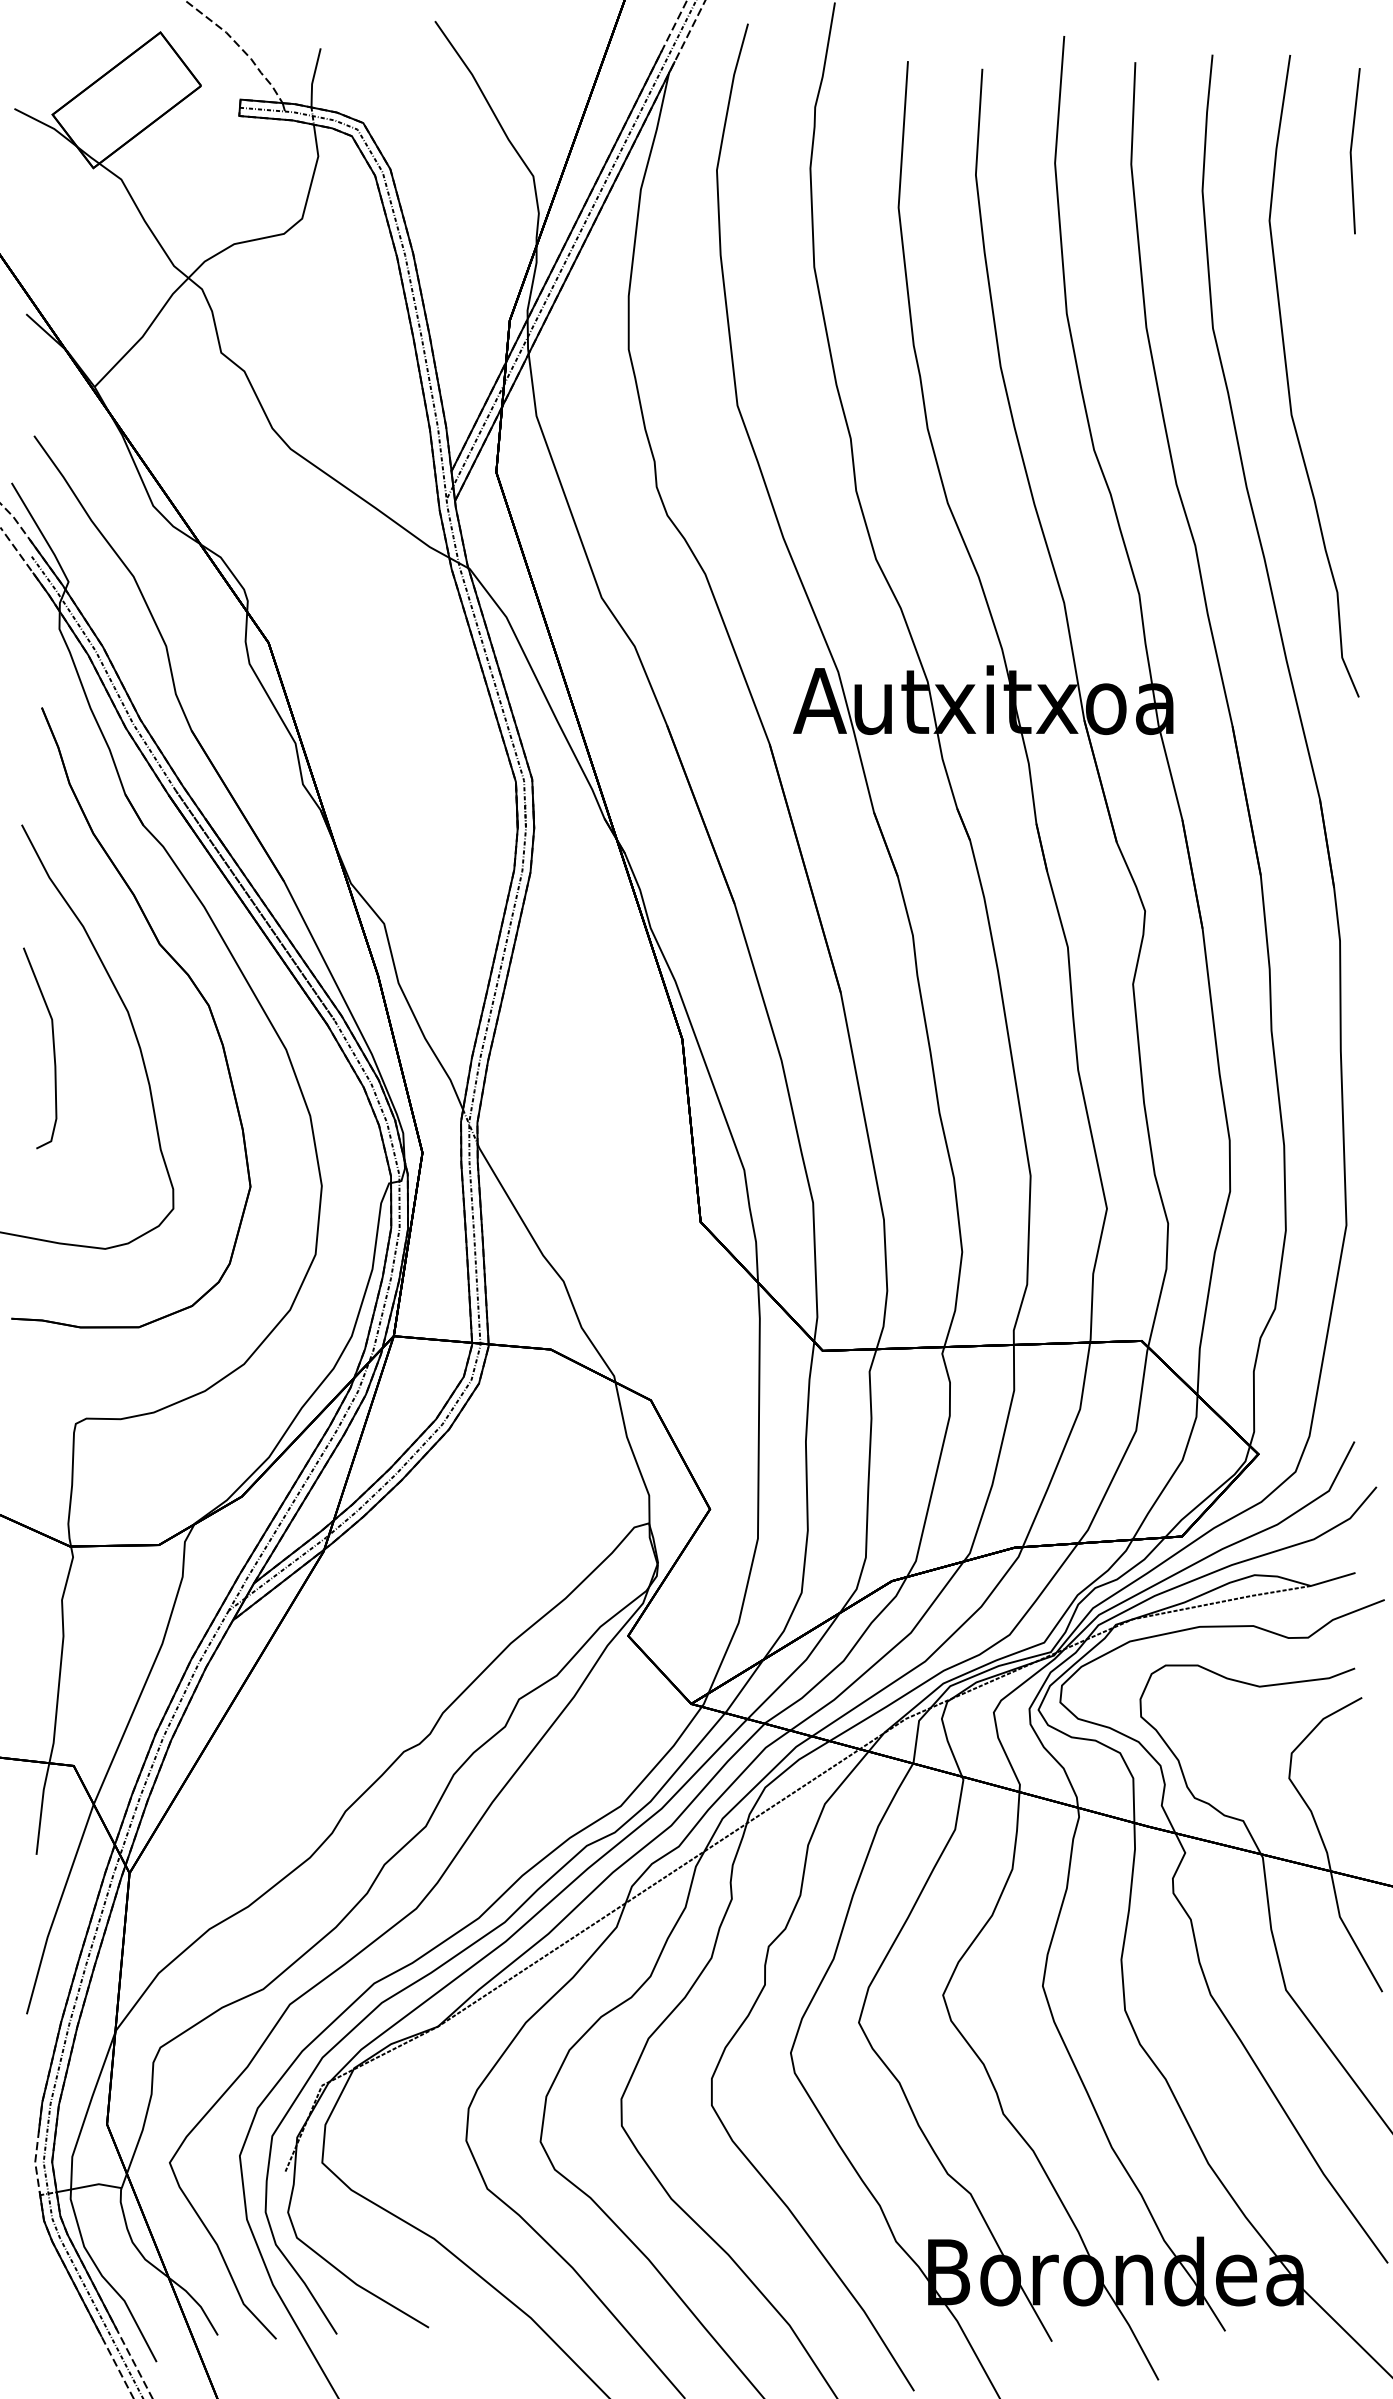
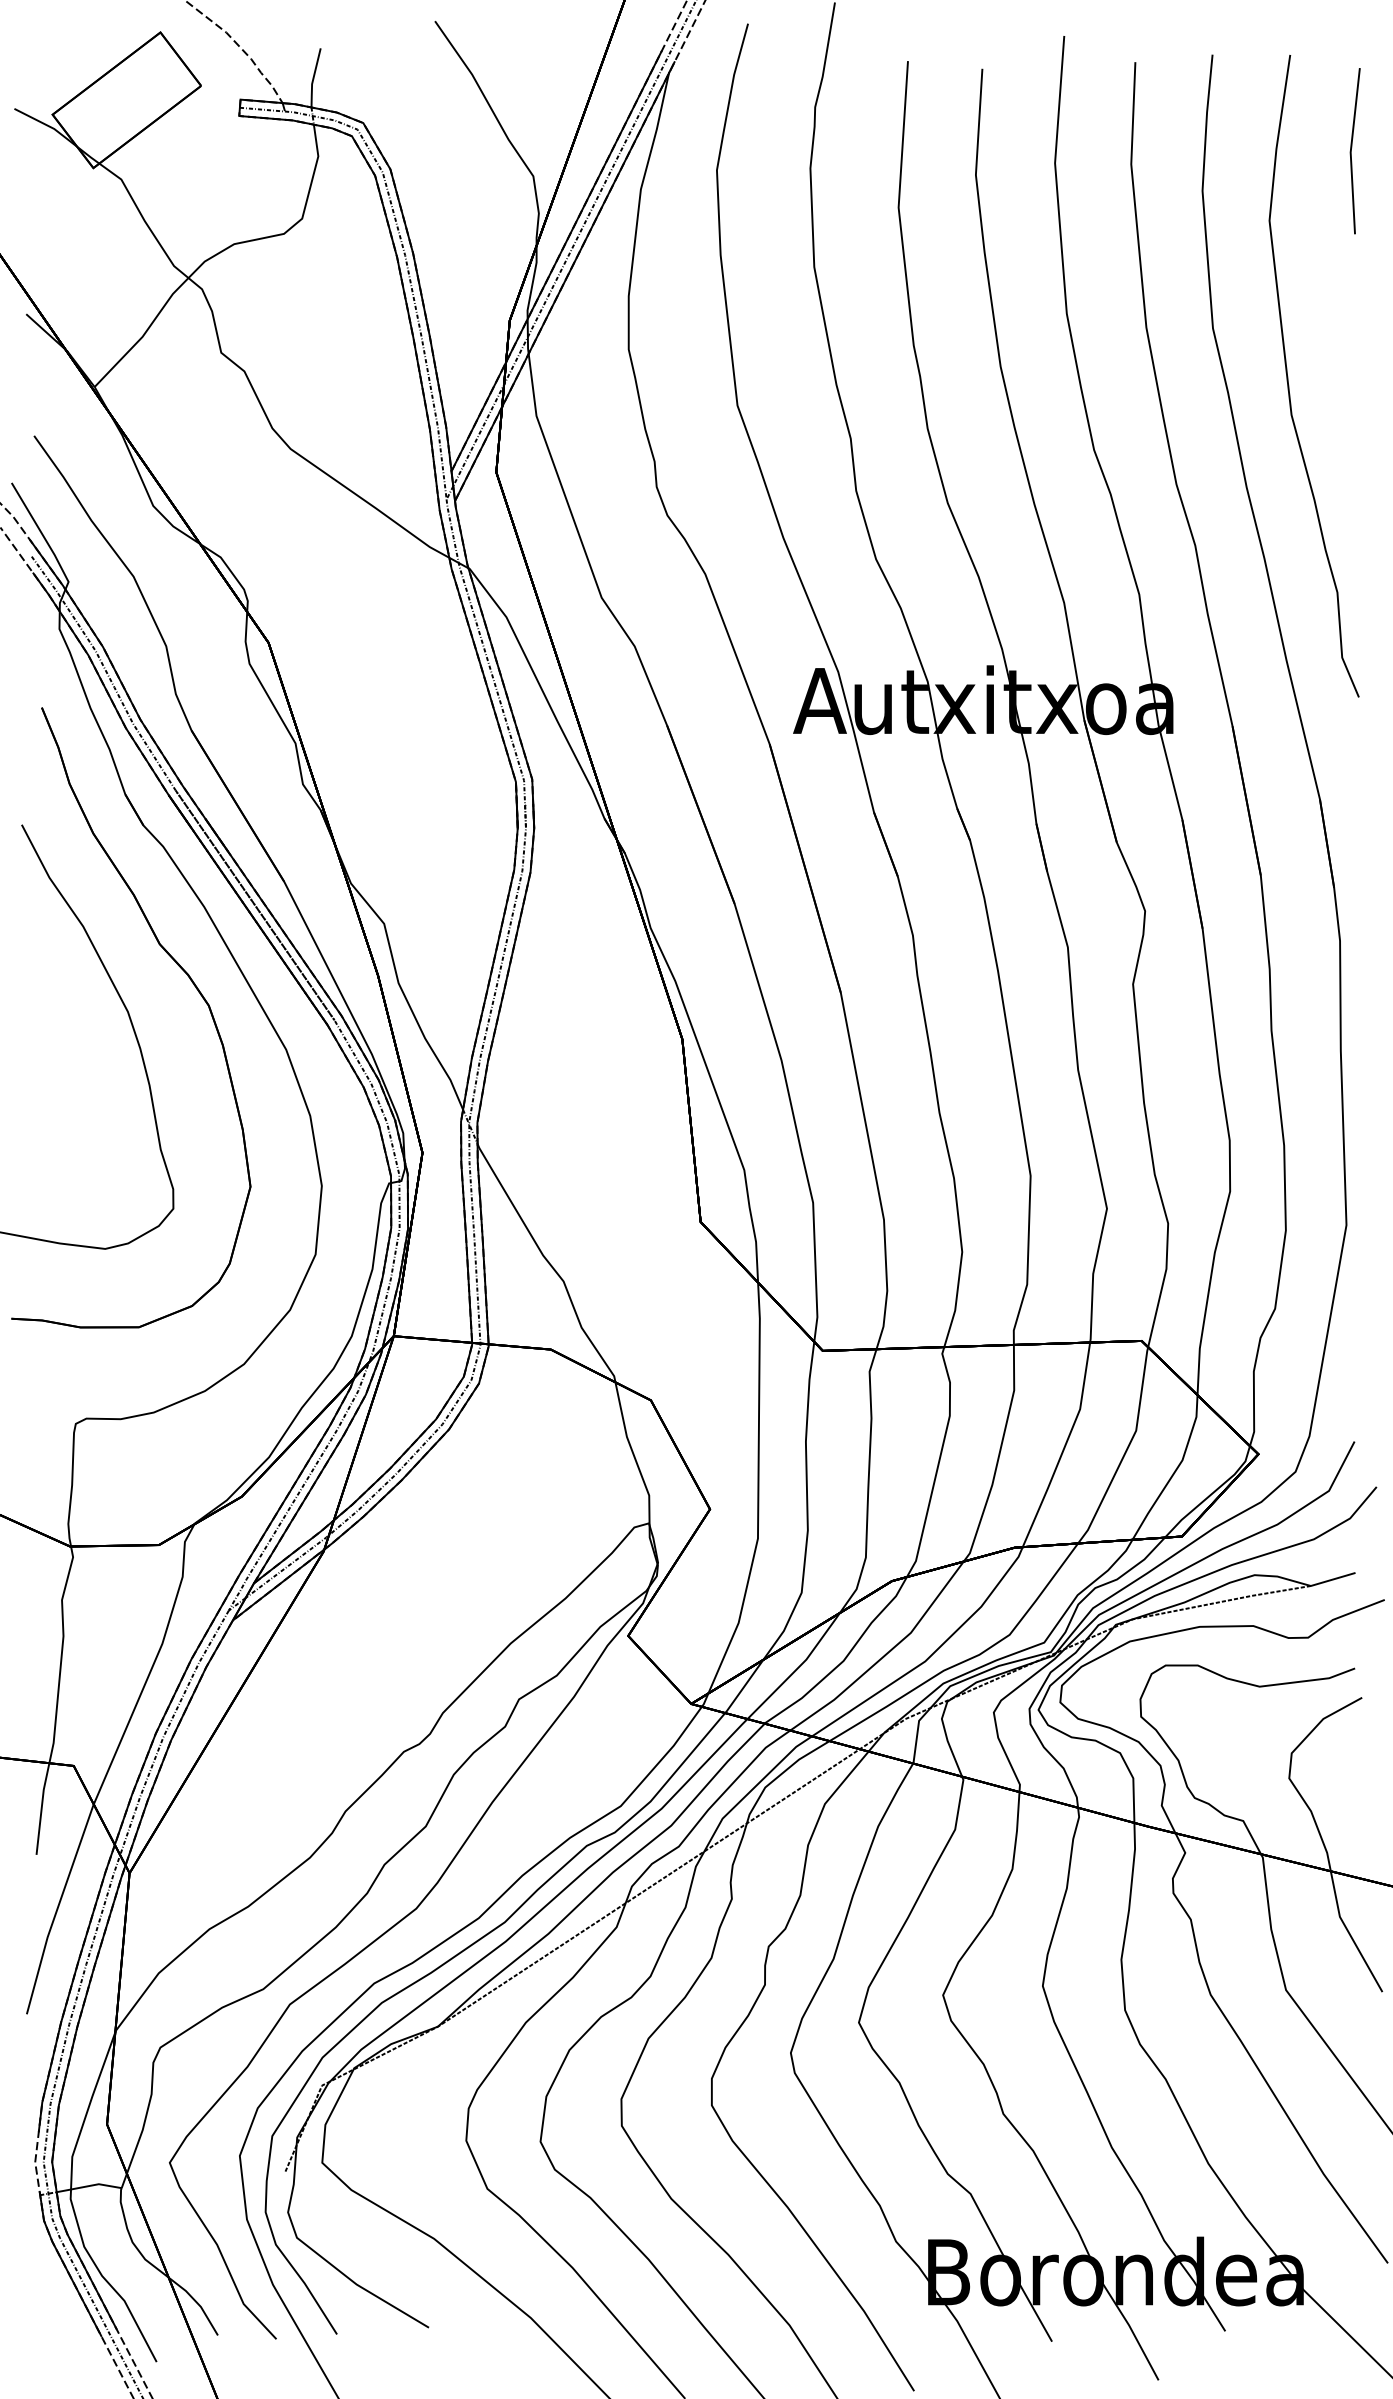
curve at (52, 1043): present -> none
